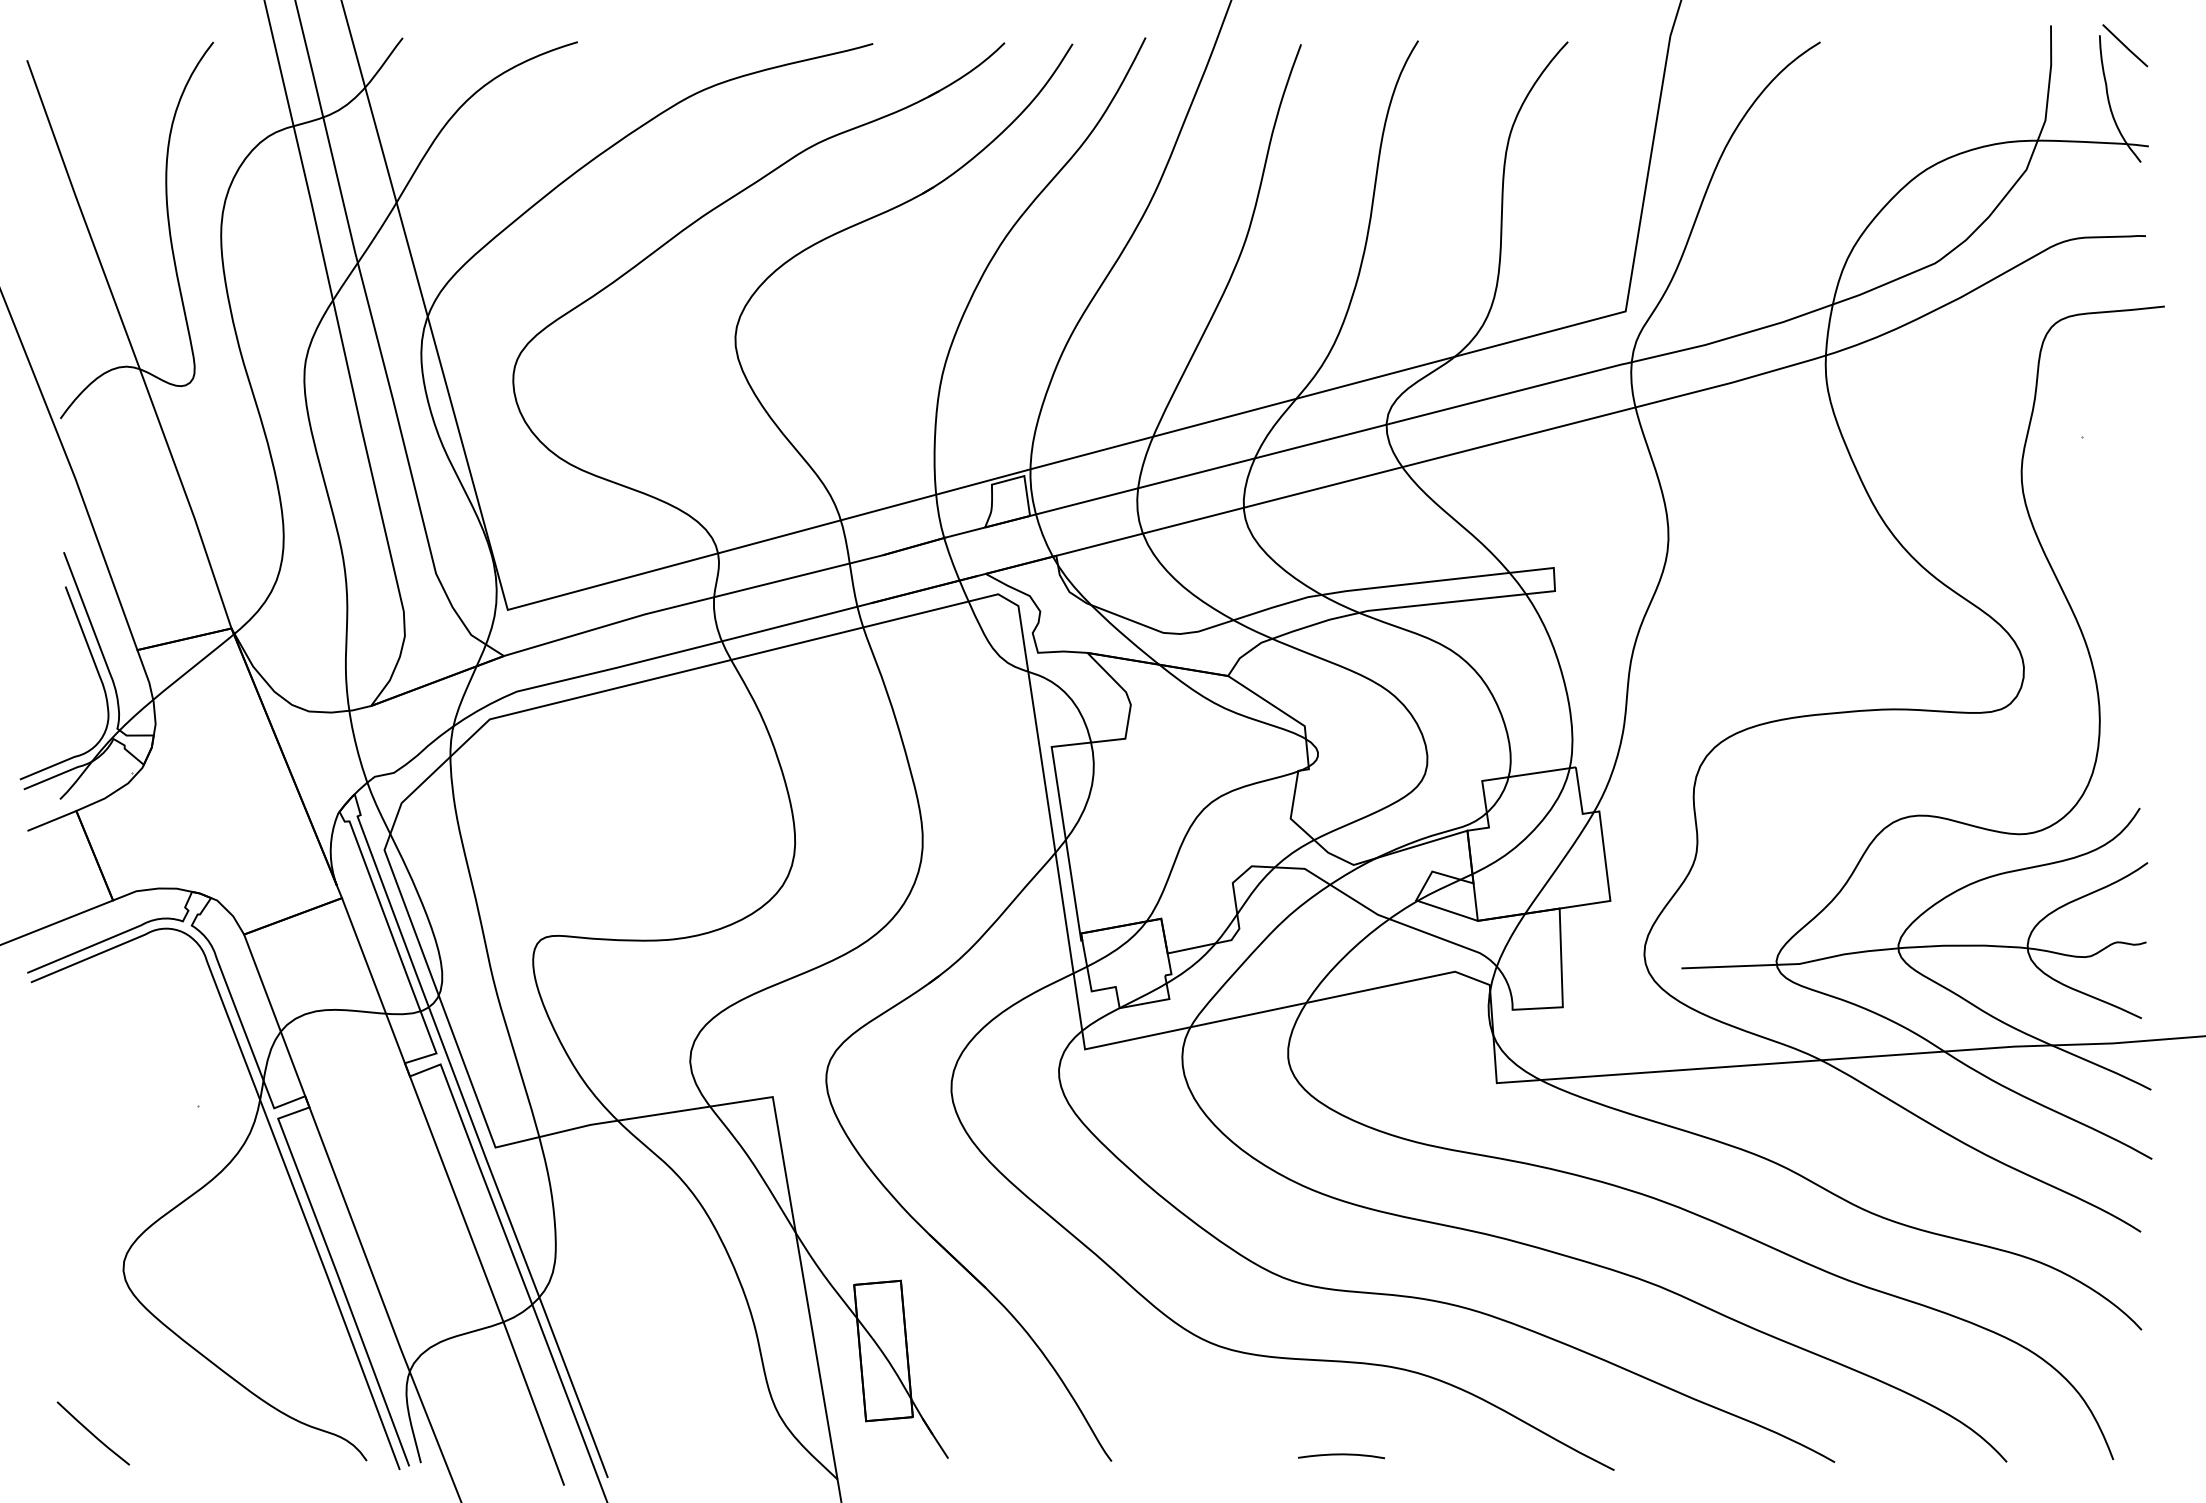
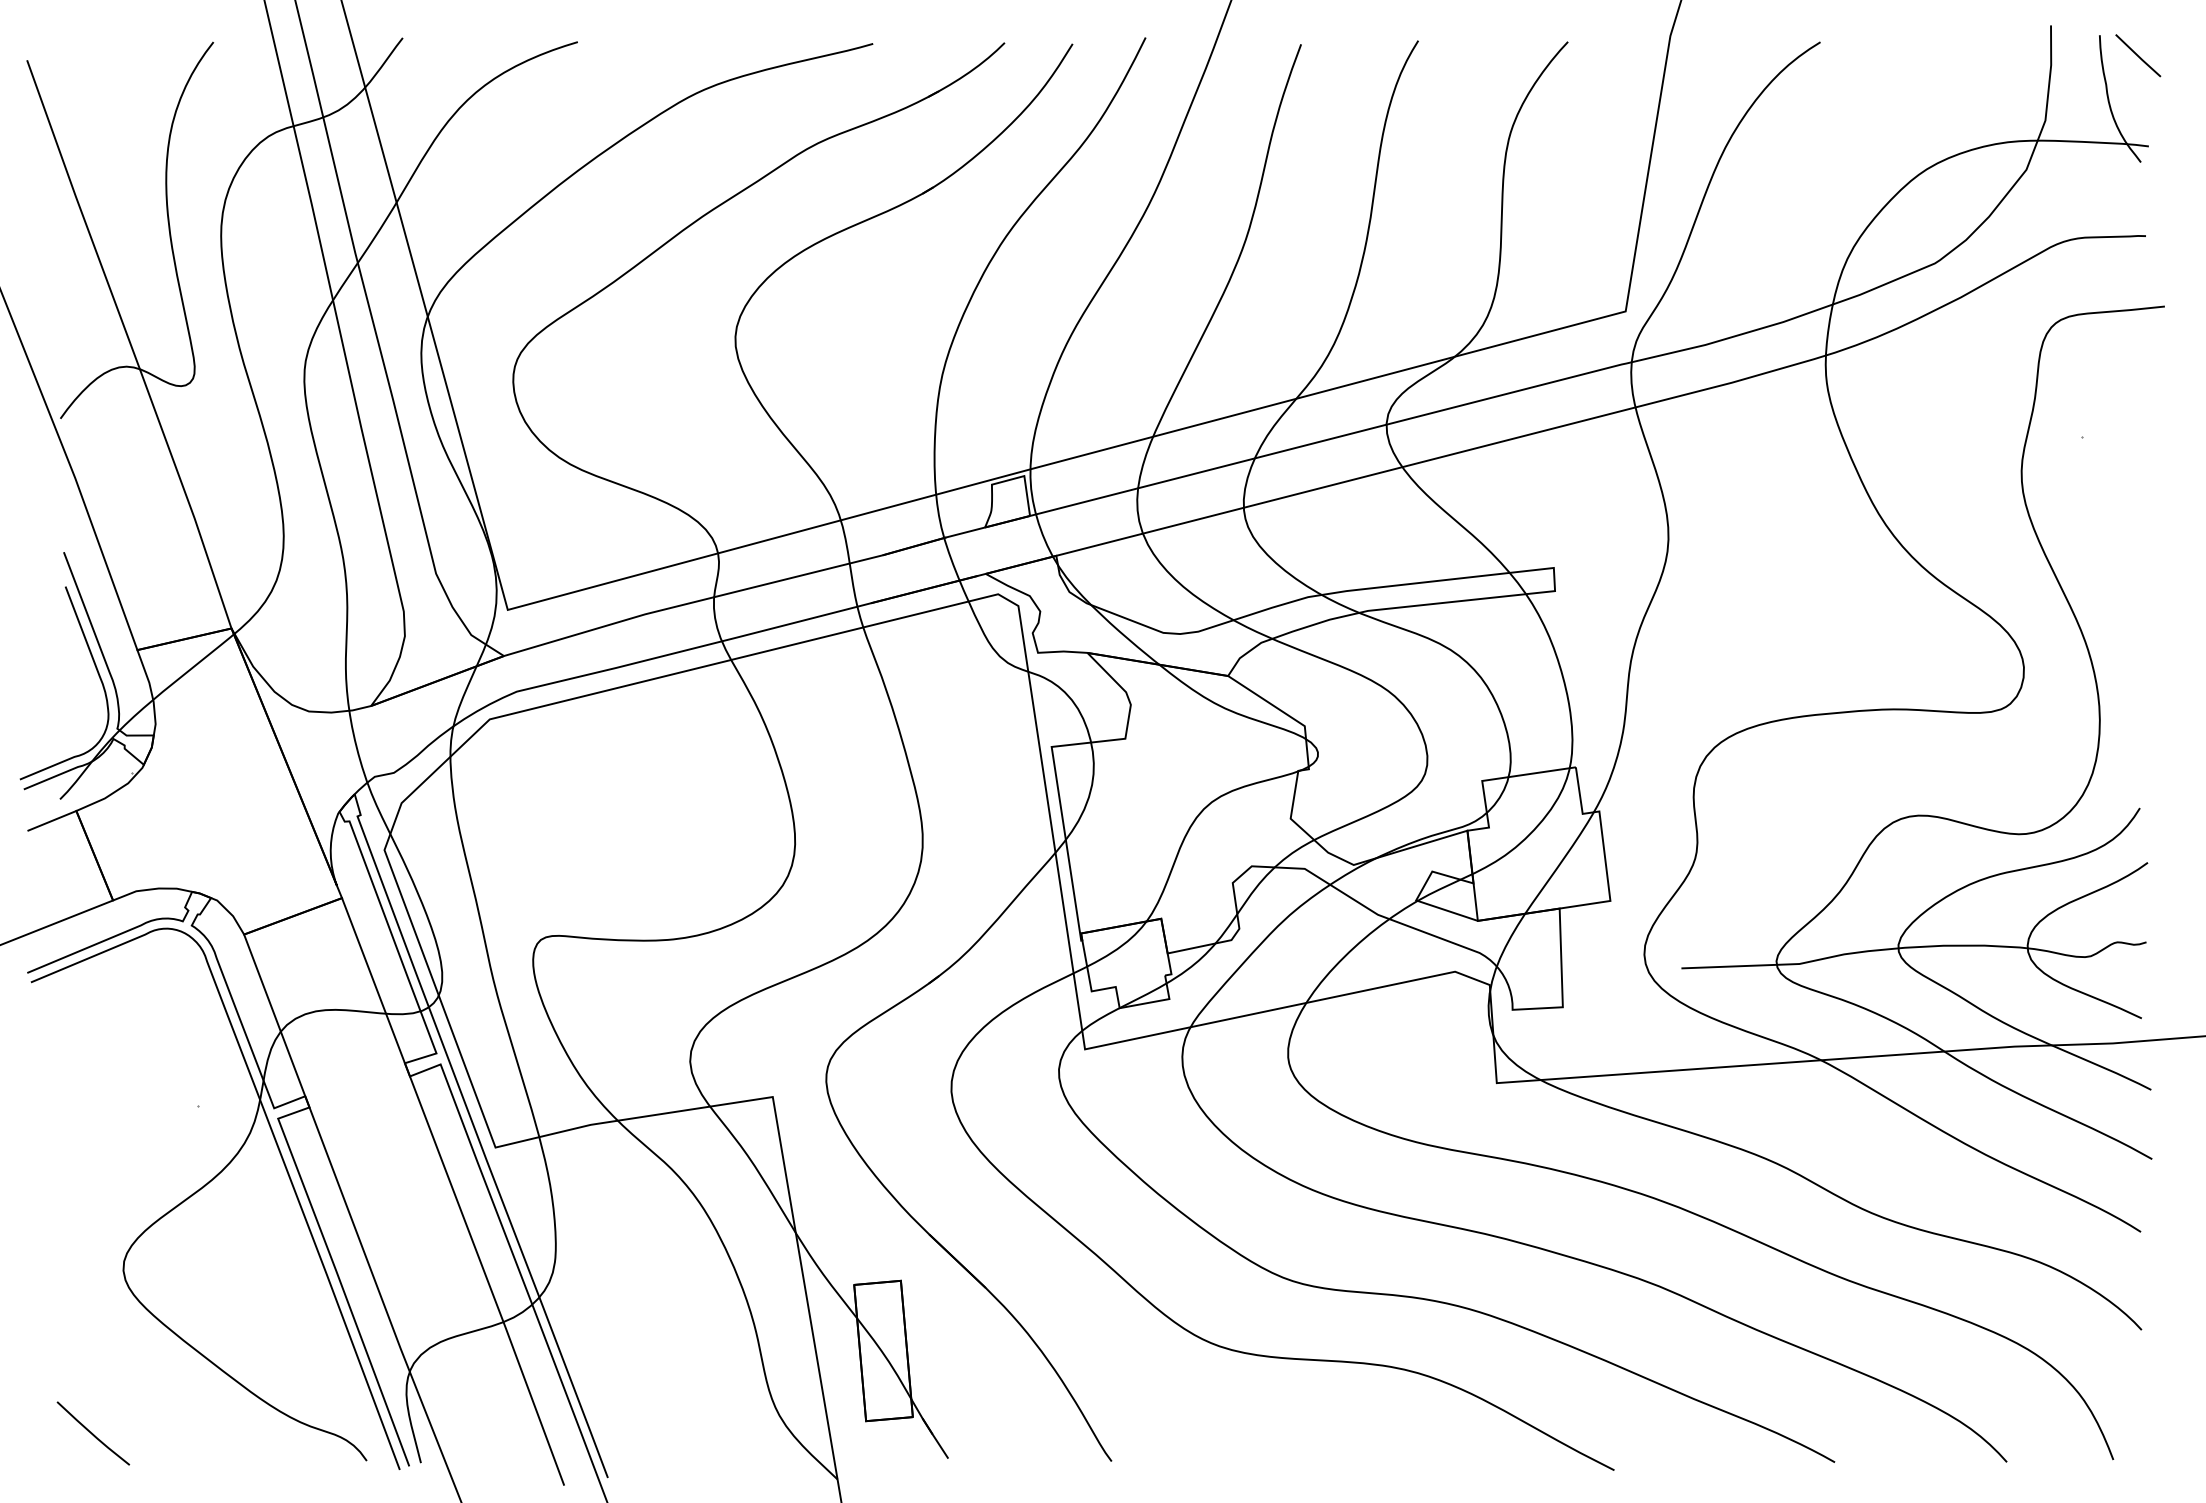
line at (2125, 45) position: (2125, 45) -> (2138, 55)
curve at (1341, 1455): present -> none
